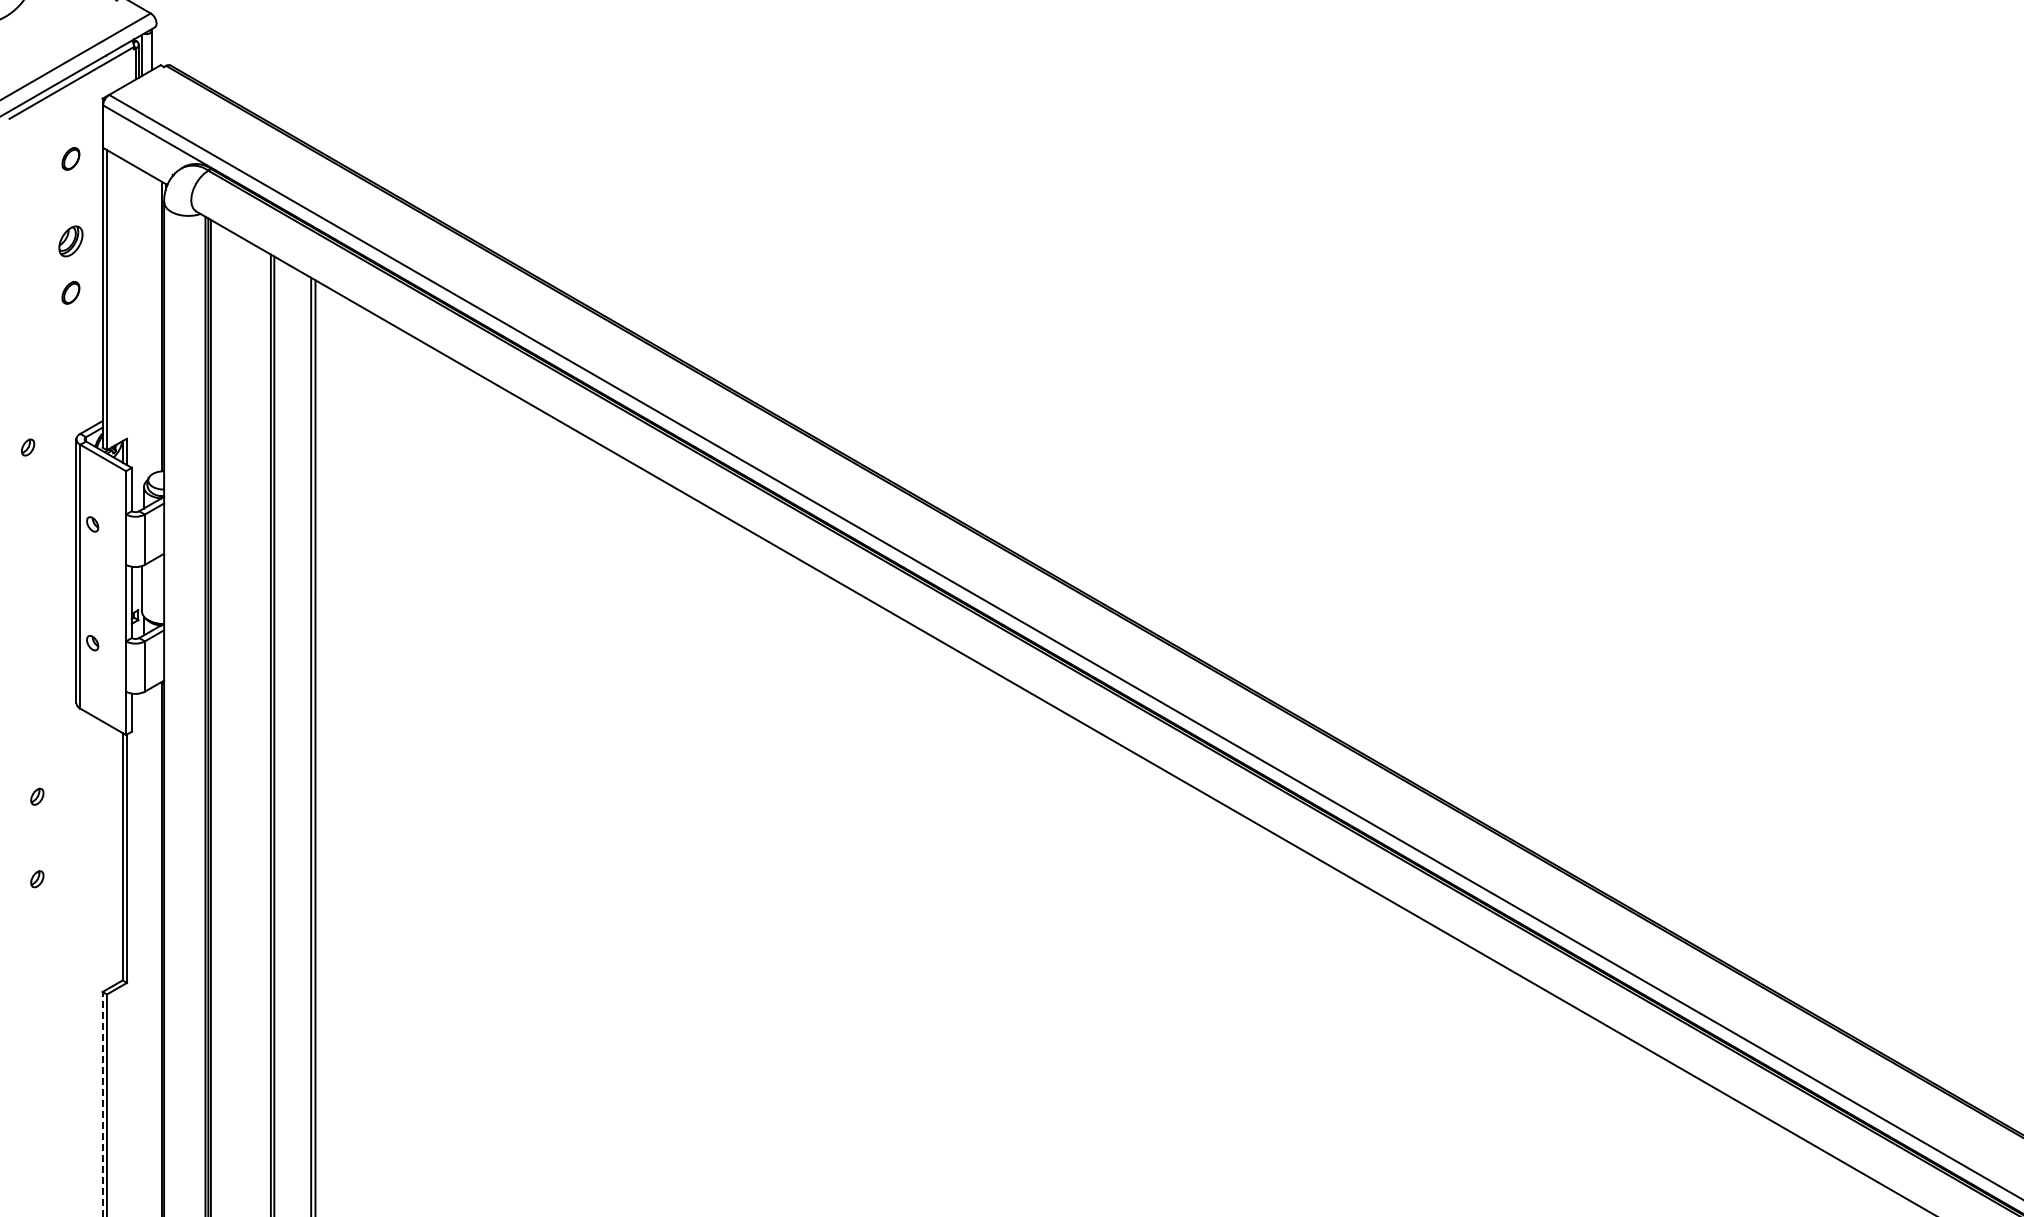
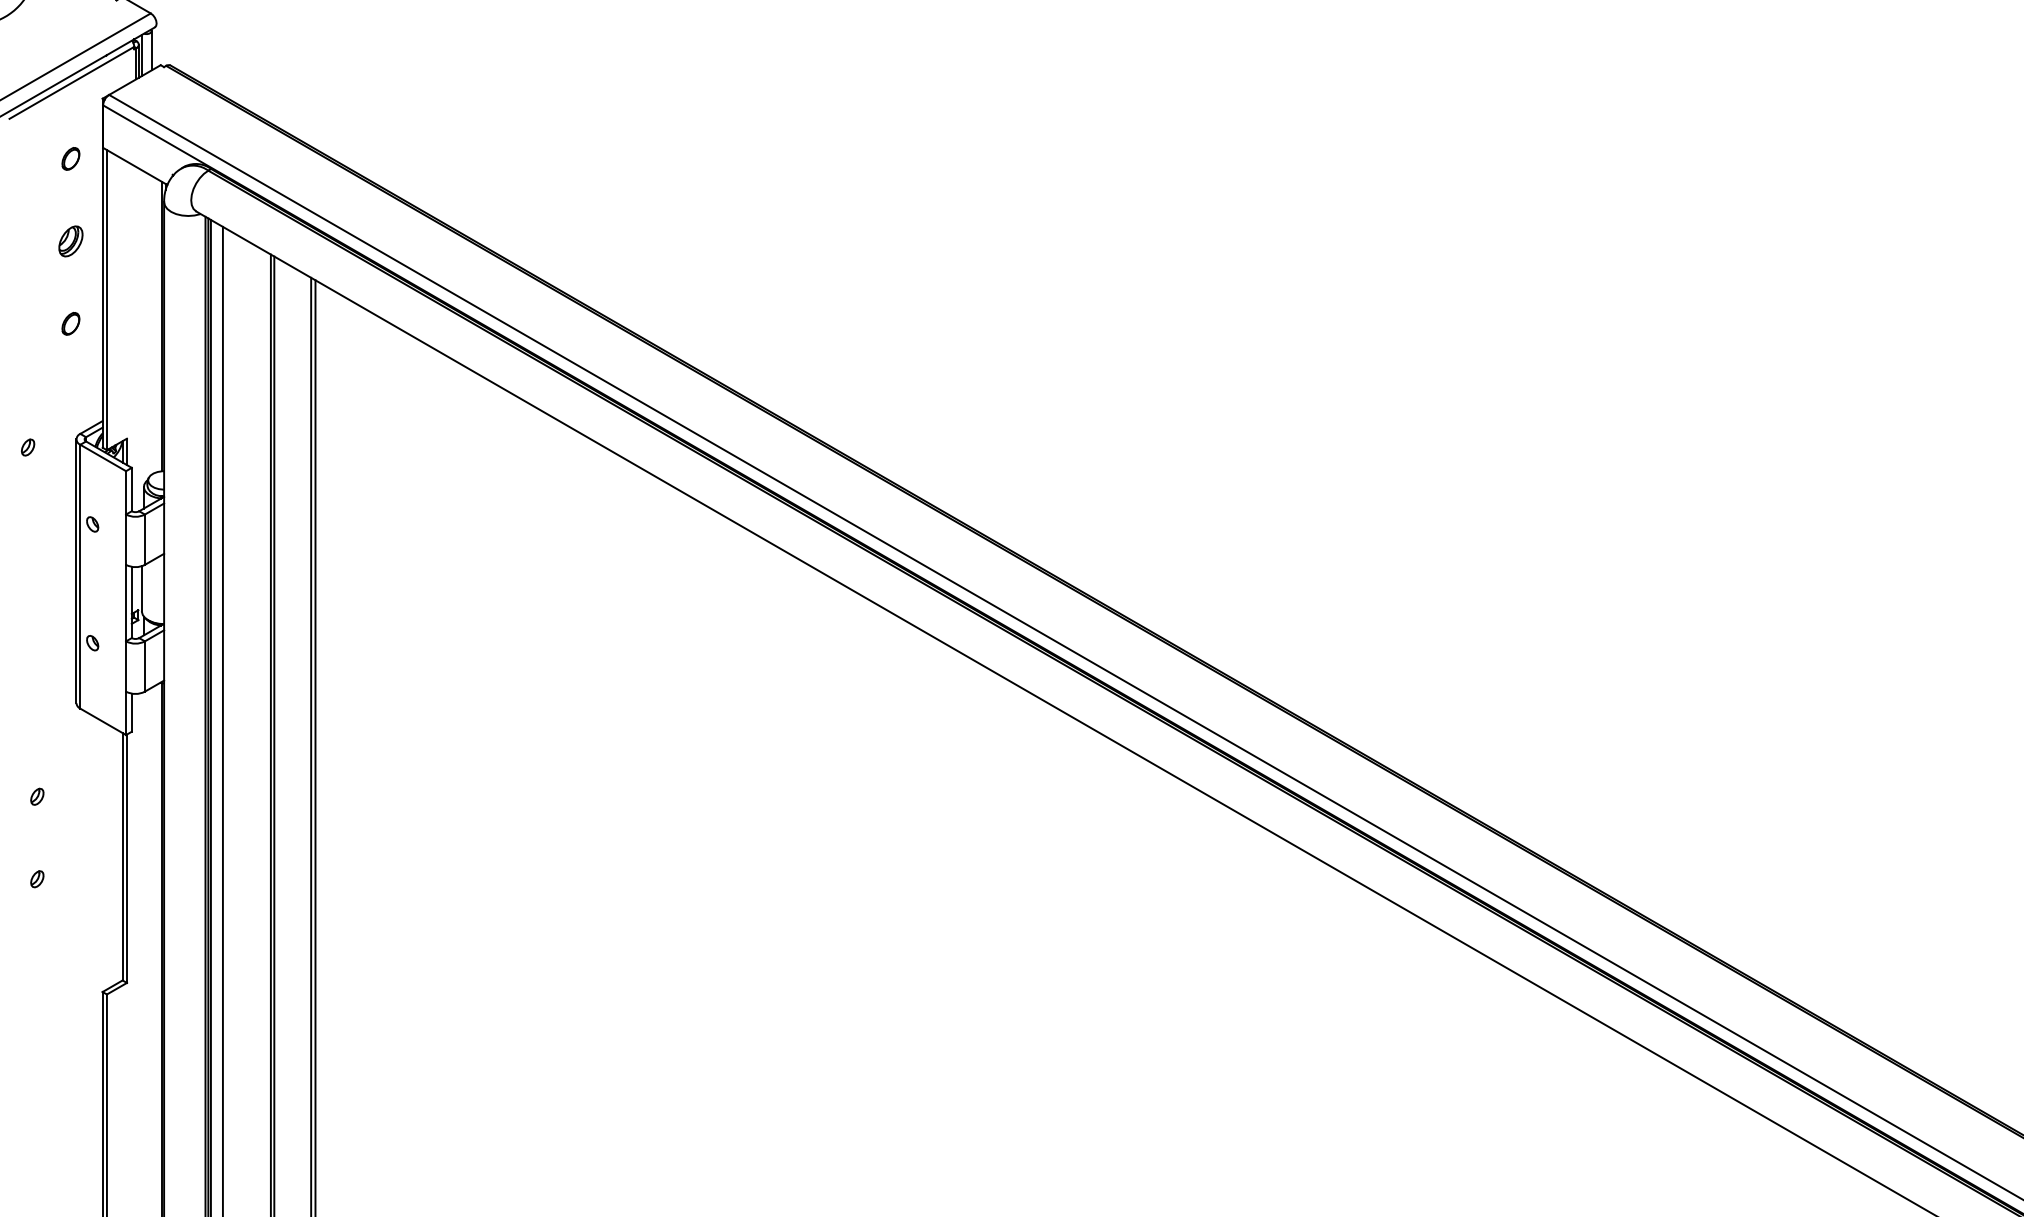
part at (70, 292) position: (70, 292) -> (70, 323)
line at (222, 719): none -> present
line at (102, 1104): dashed -> solid
